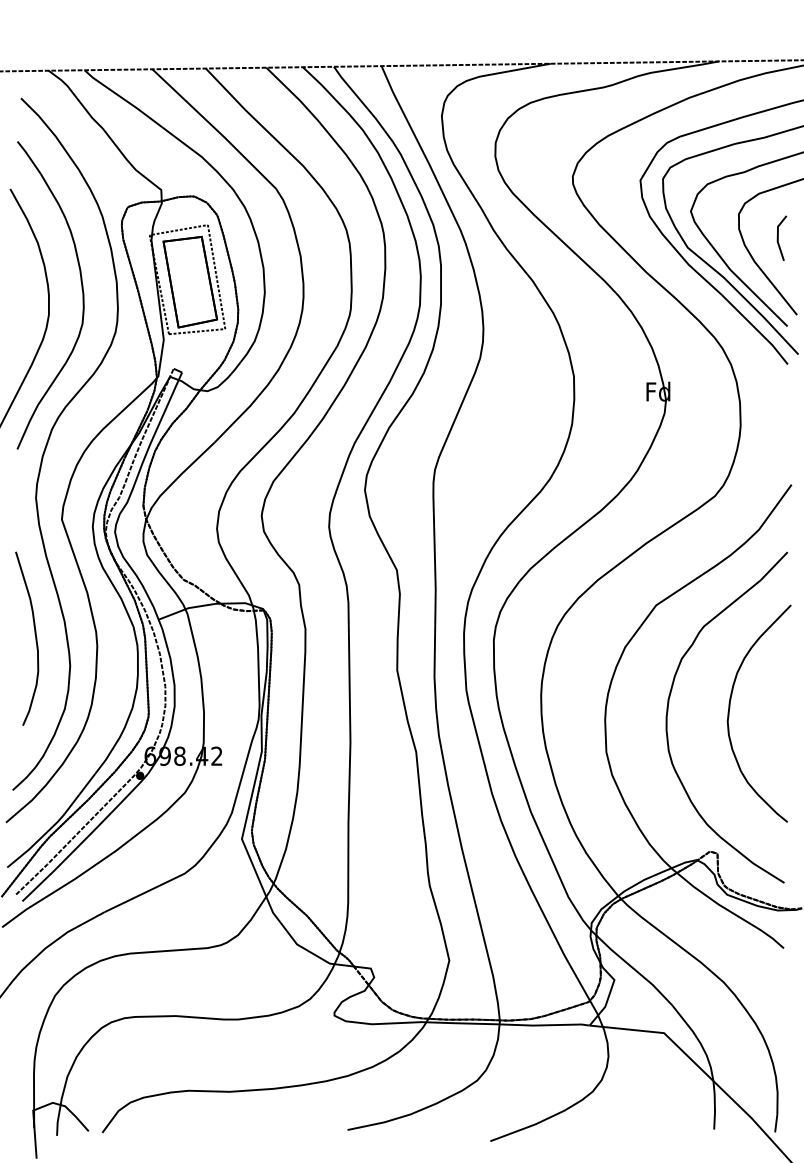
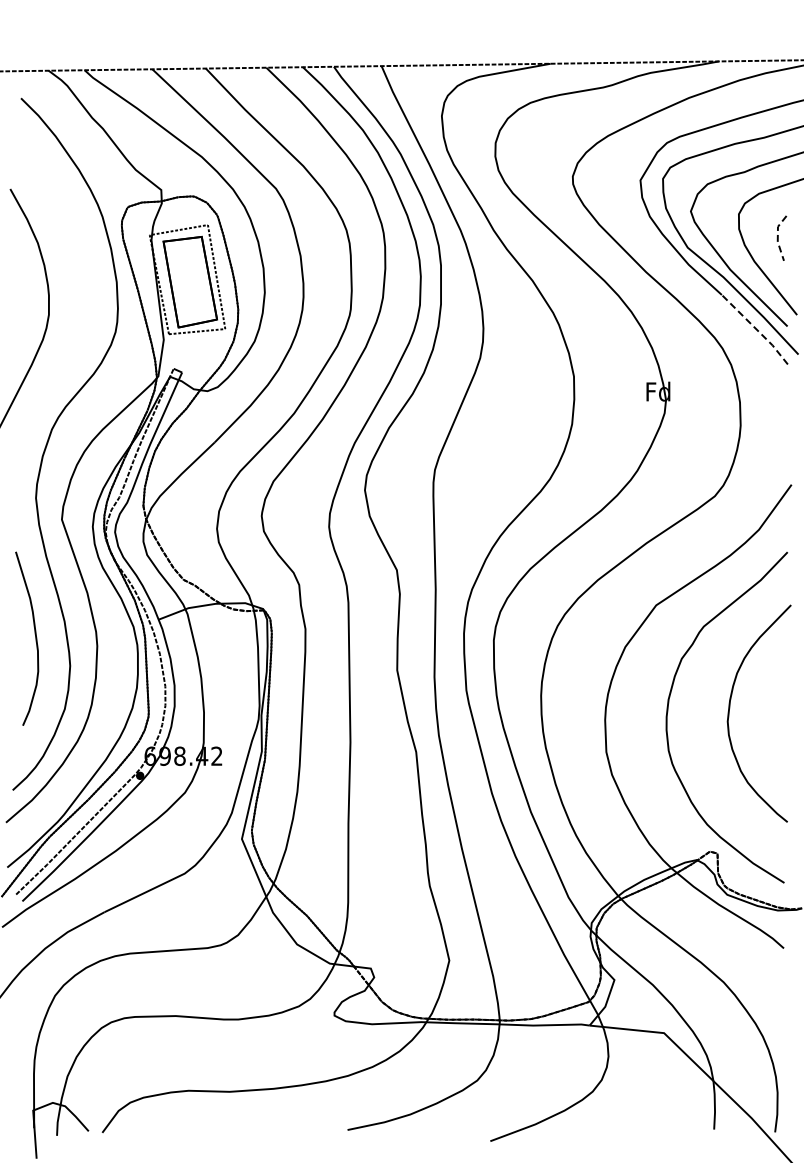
line at (777, 237): solid -> dashed
curve at (81, 289): present -> none
line at (756, 329): solid -> dashed
